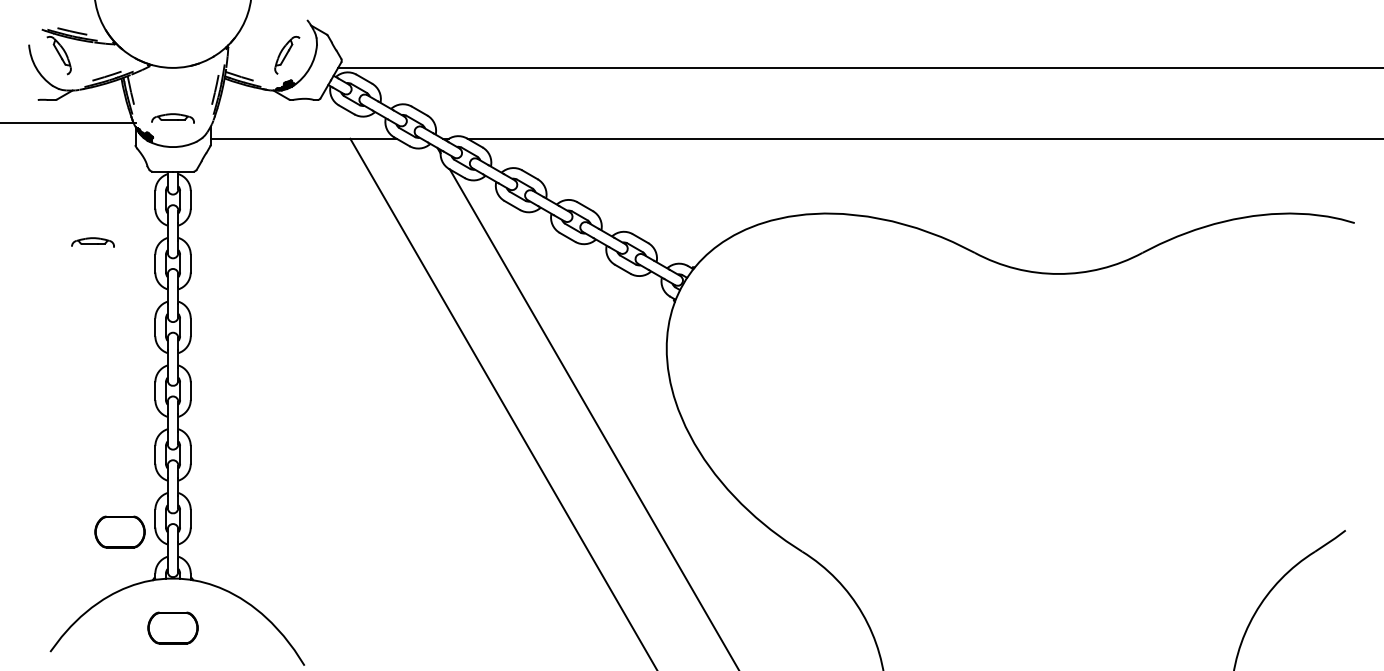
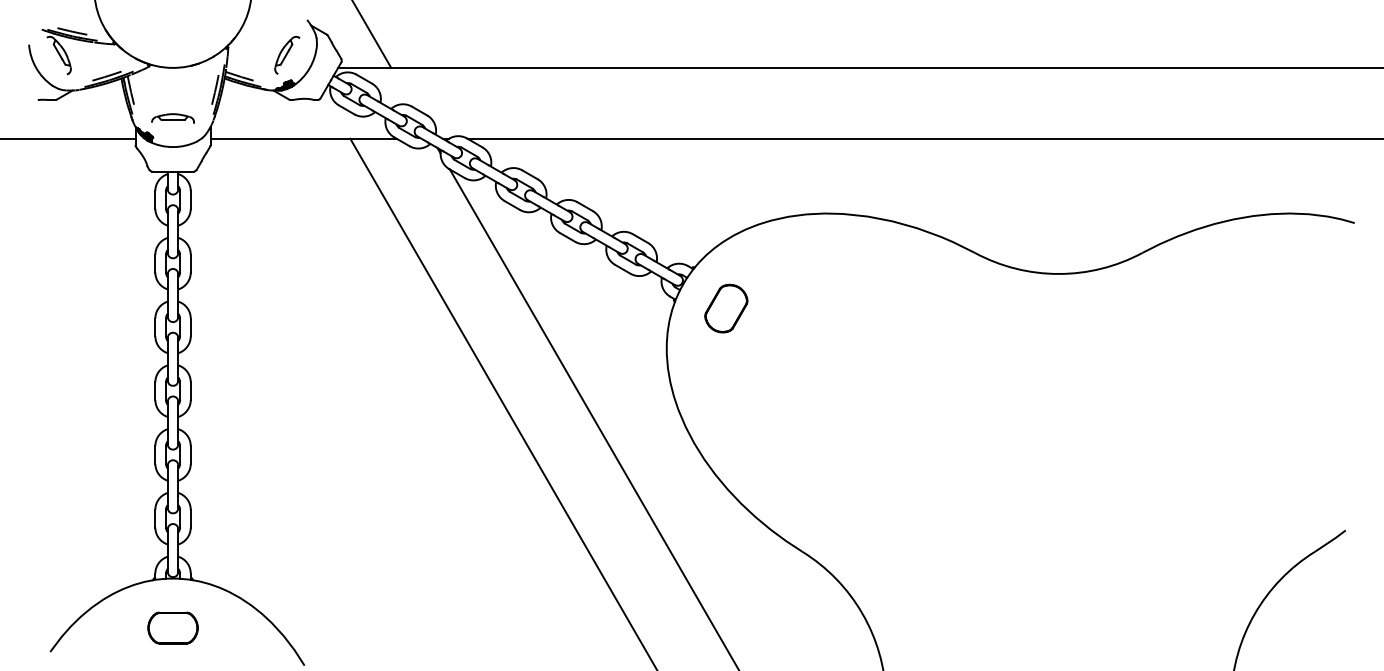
line at (372, 34): none -> present
line at (68, 122) position: (68, 122) -> (68, 138)
part at (92, 242): present -> none
part at (726, 308): none -> present
part at (119, 531): present -> none
